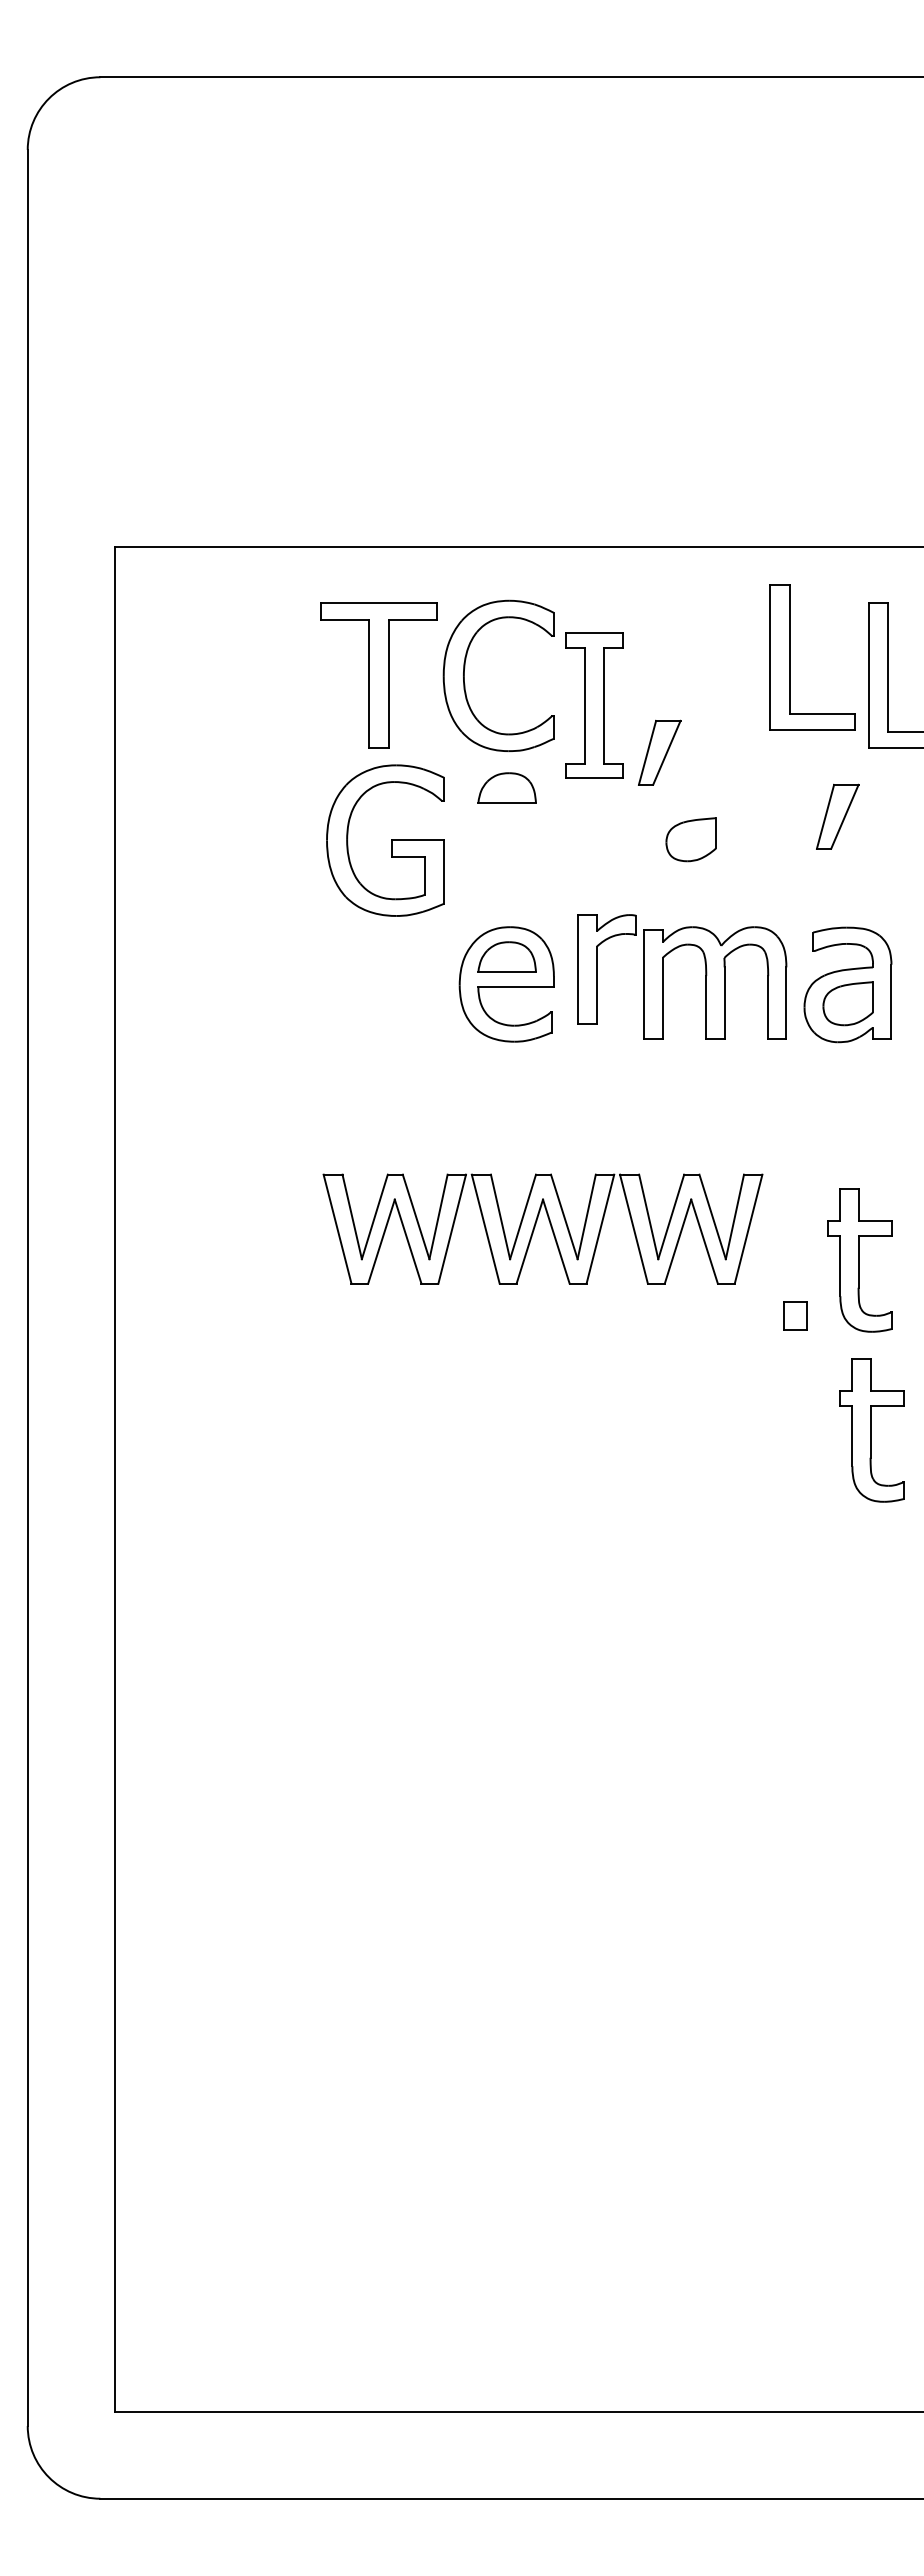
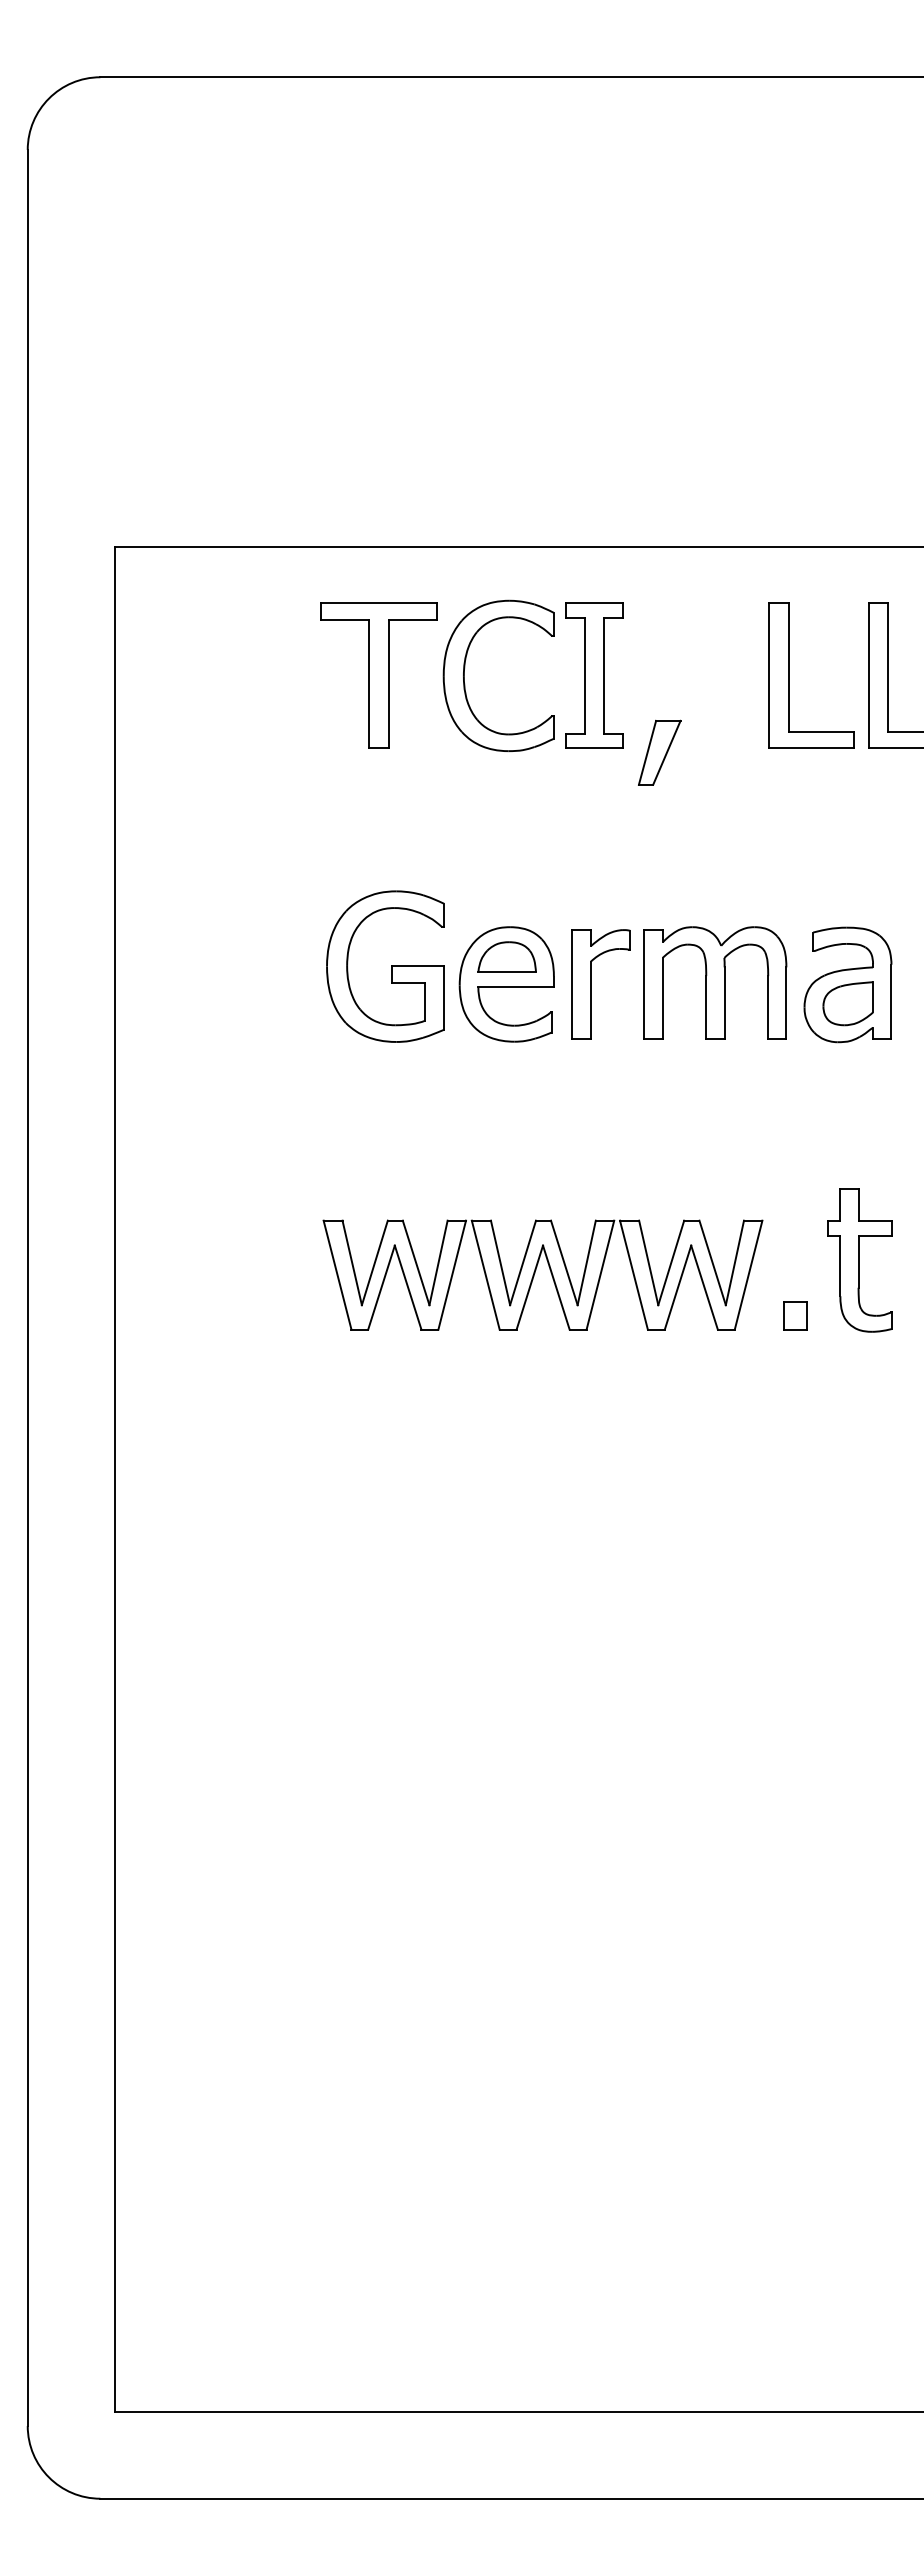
part at (790, 657) position: (790, 657) -> (789, 675)
part at (594, 705) position: (594, 705) -> (594, 675)
part at (506, 787): present -> none
part at (837, 816): present -> none
part at (690, 839): present -> none
part at (385, 840) position: (385, 840) -> (385, 966)
part at (597, 969) position: (597, 969) -> (591, 984)
part at (535, 1227) position: (535, 1227) -> (535, 1273)
part at (871, 1430): present -> none
